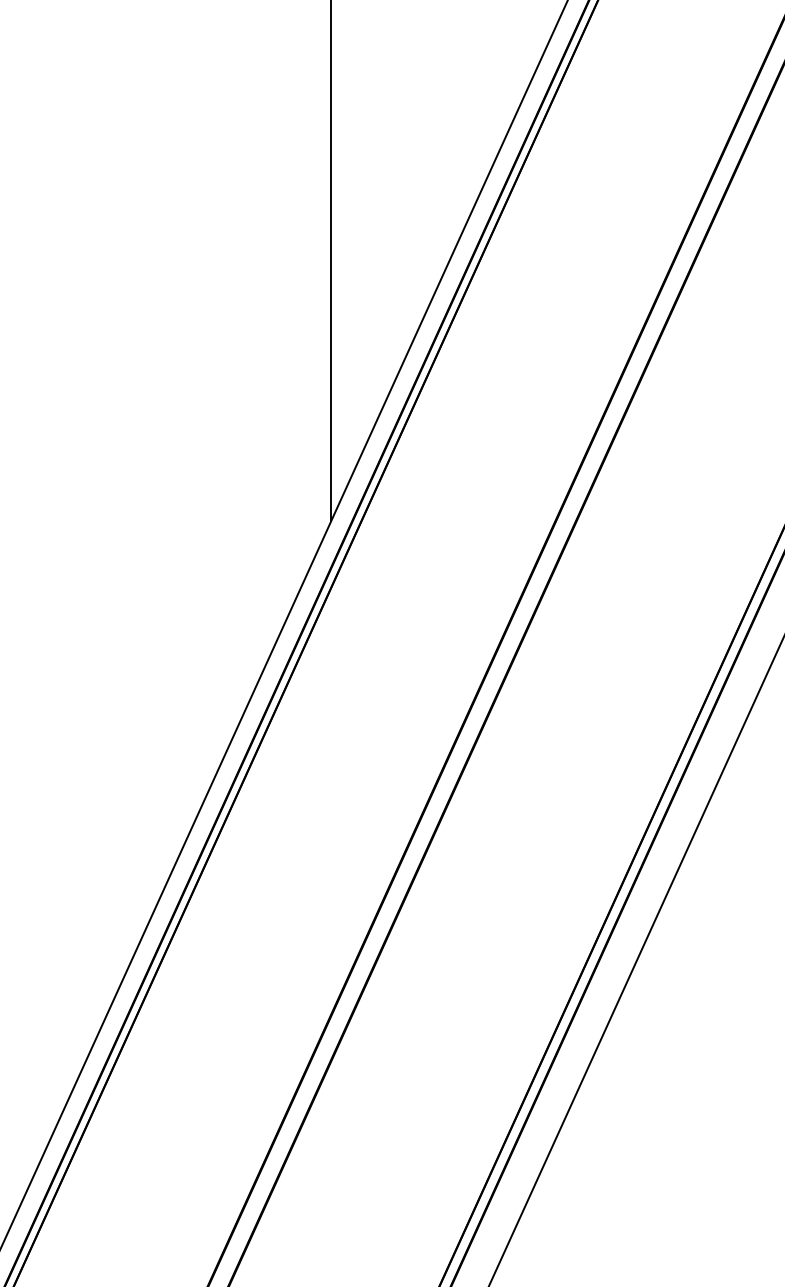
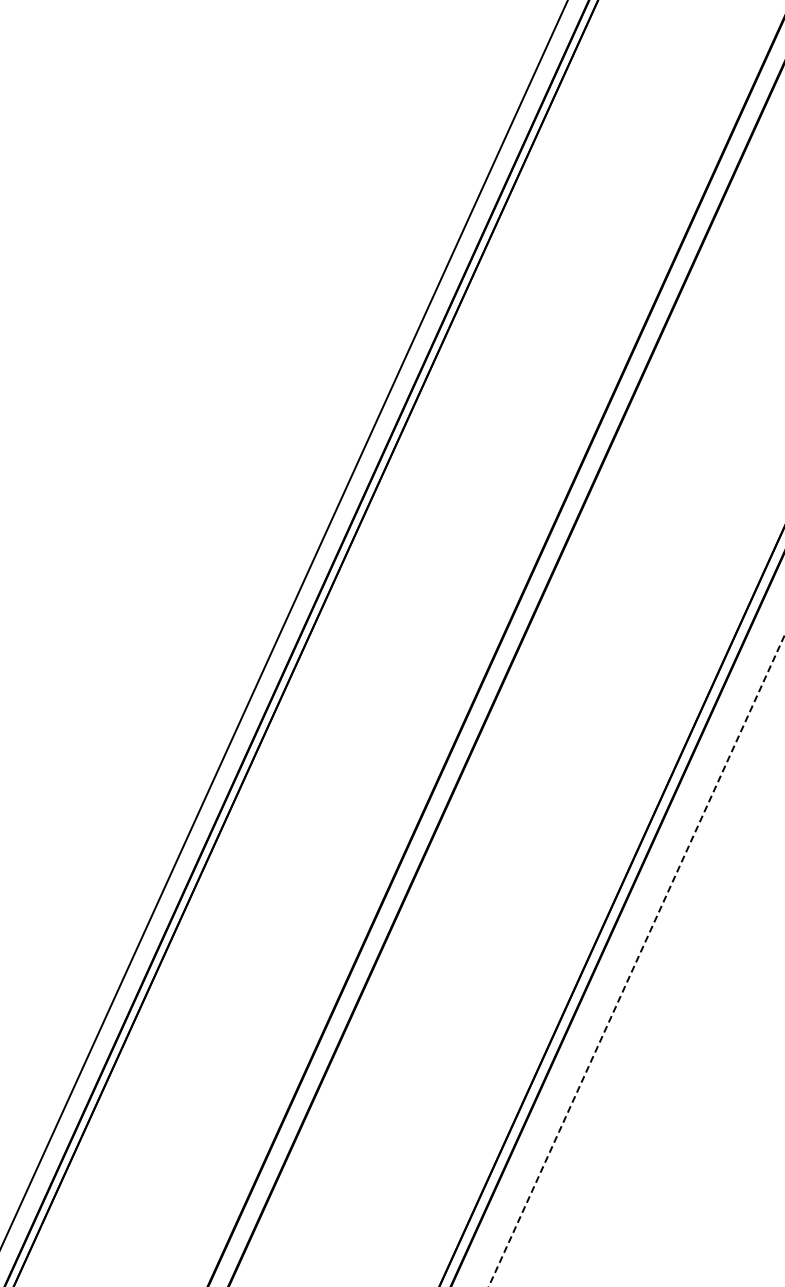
line at (331, 261): present -> none
line at (636, 960): solid -> dashed
